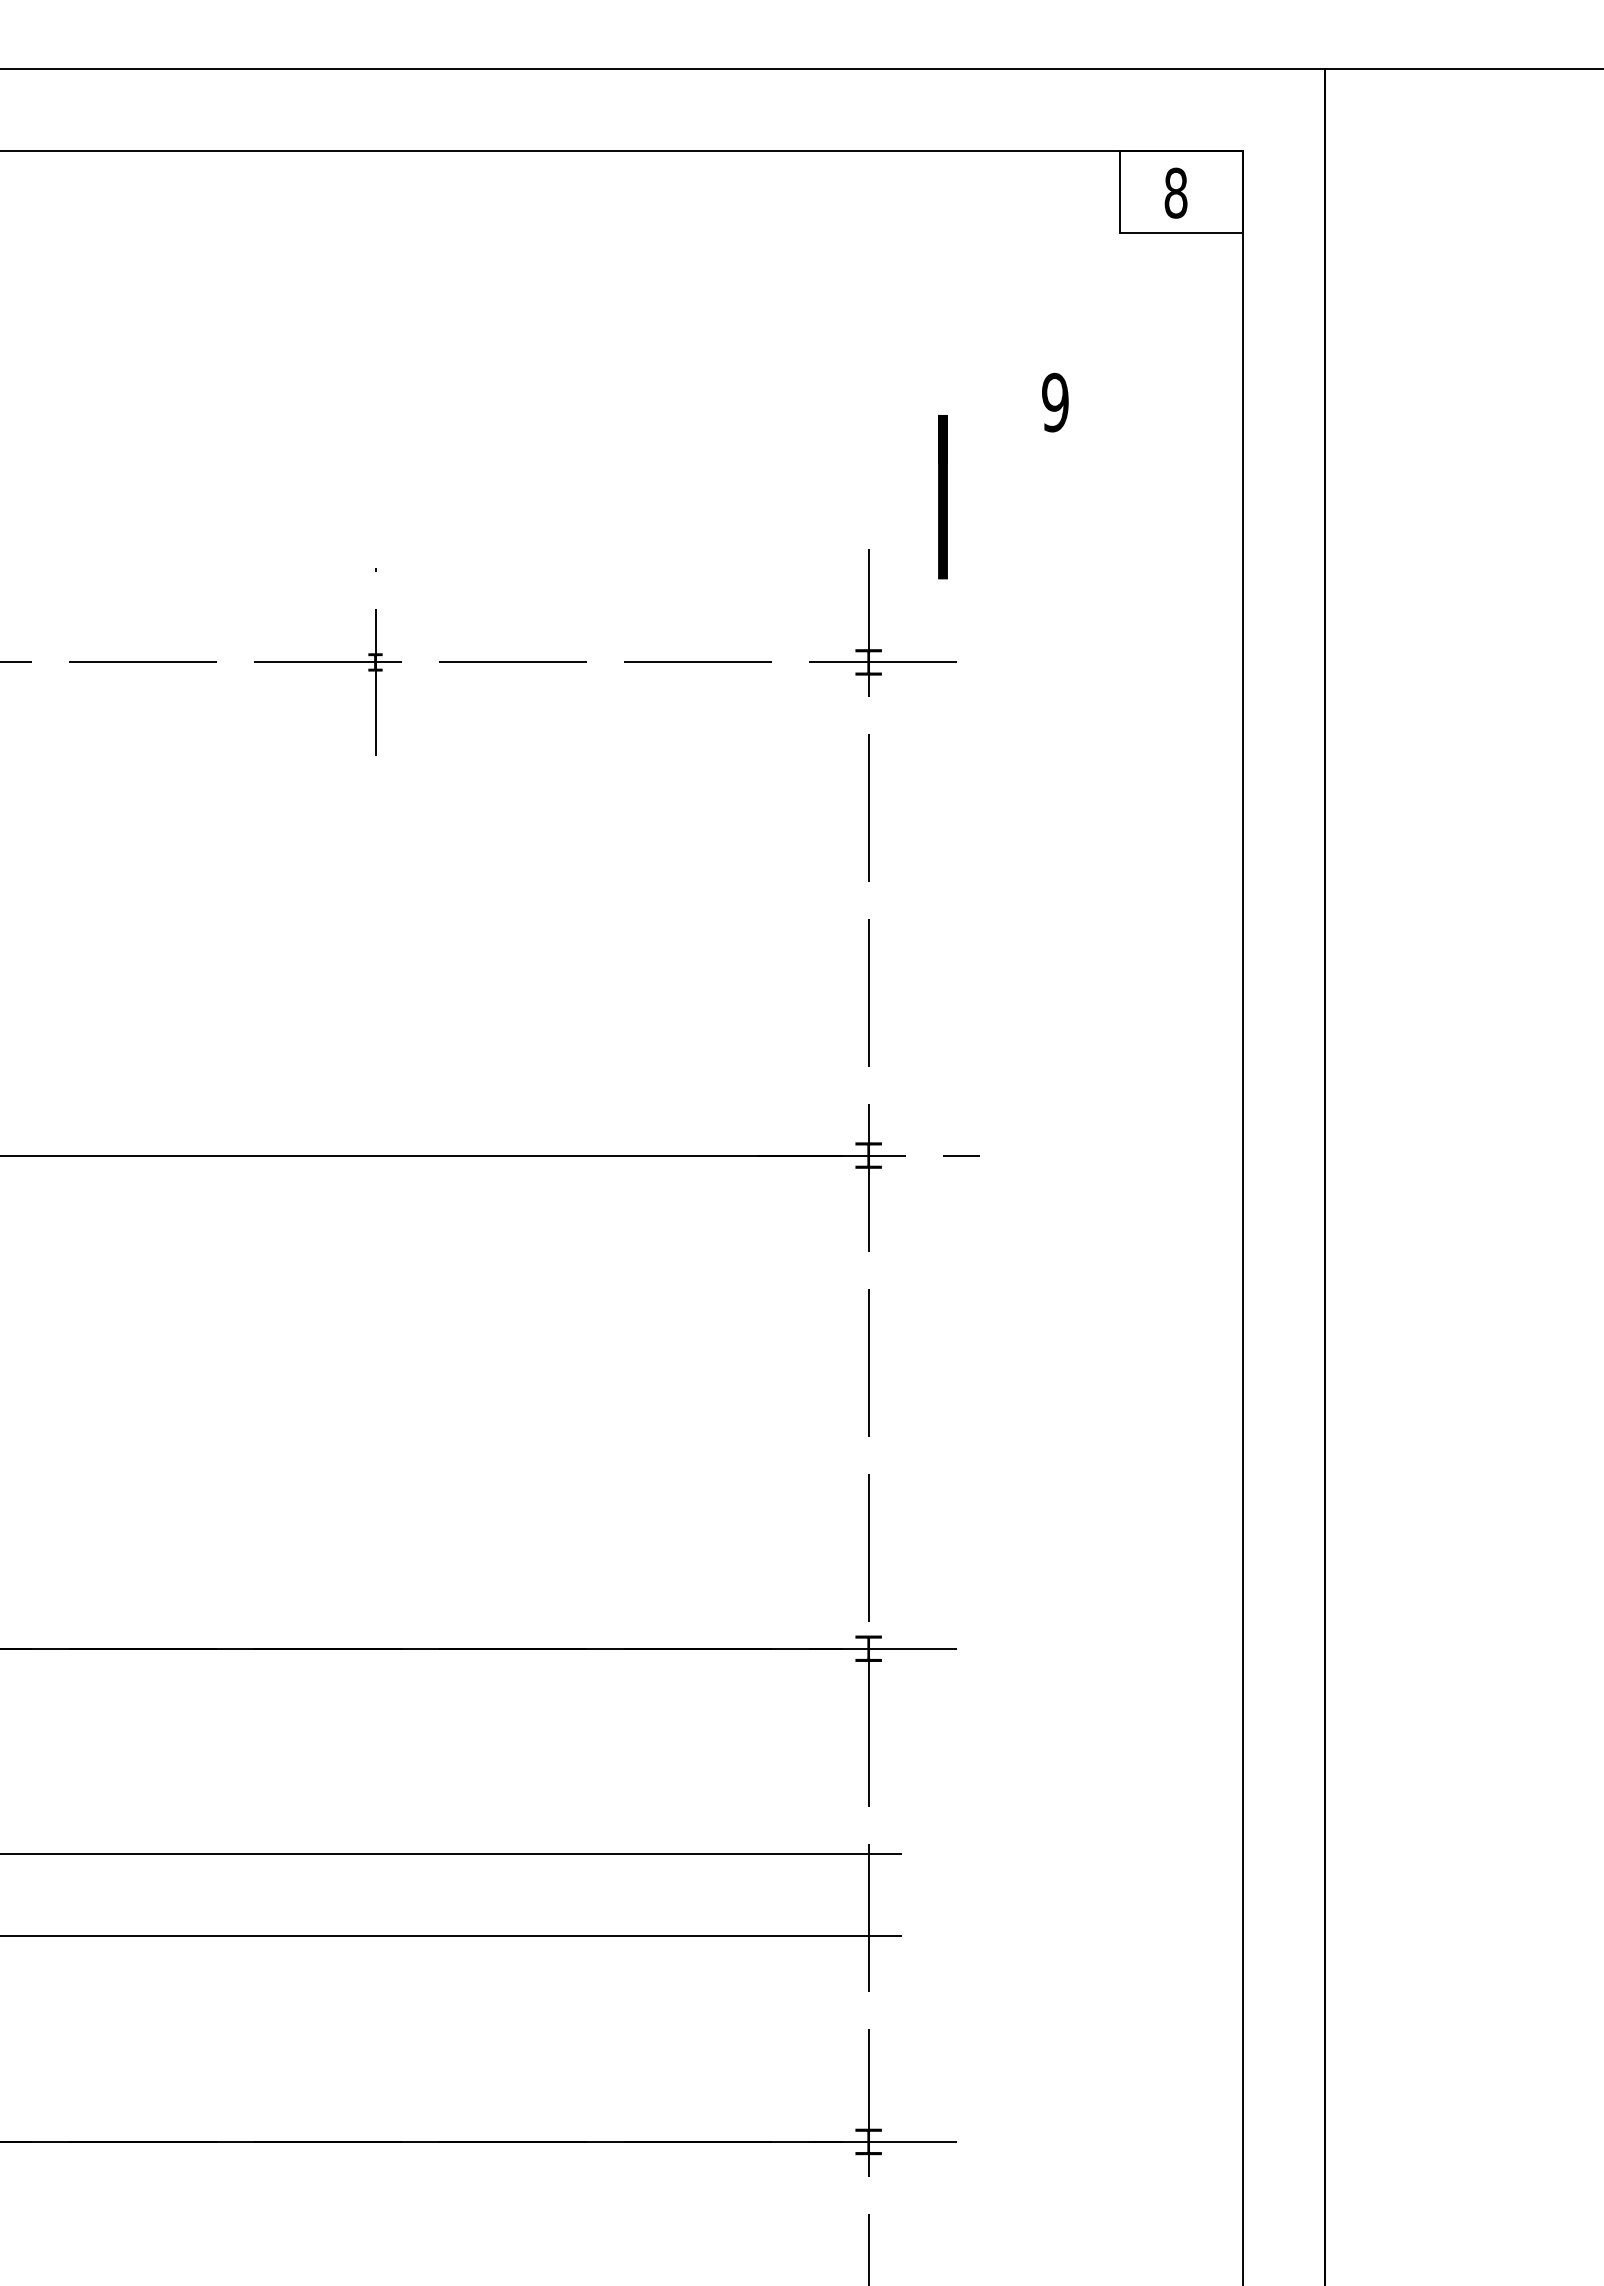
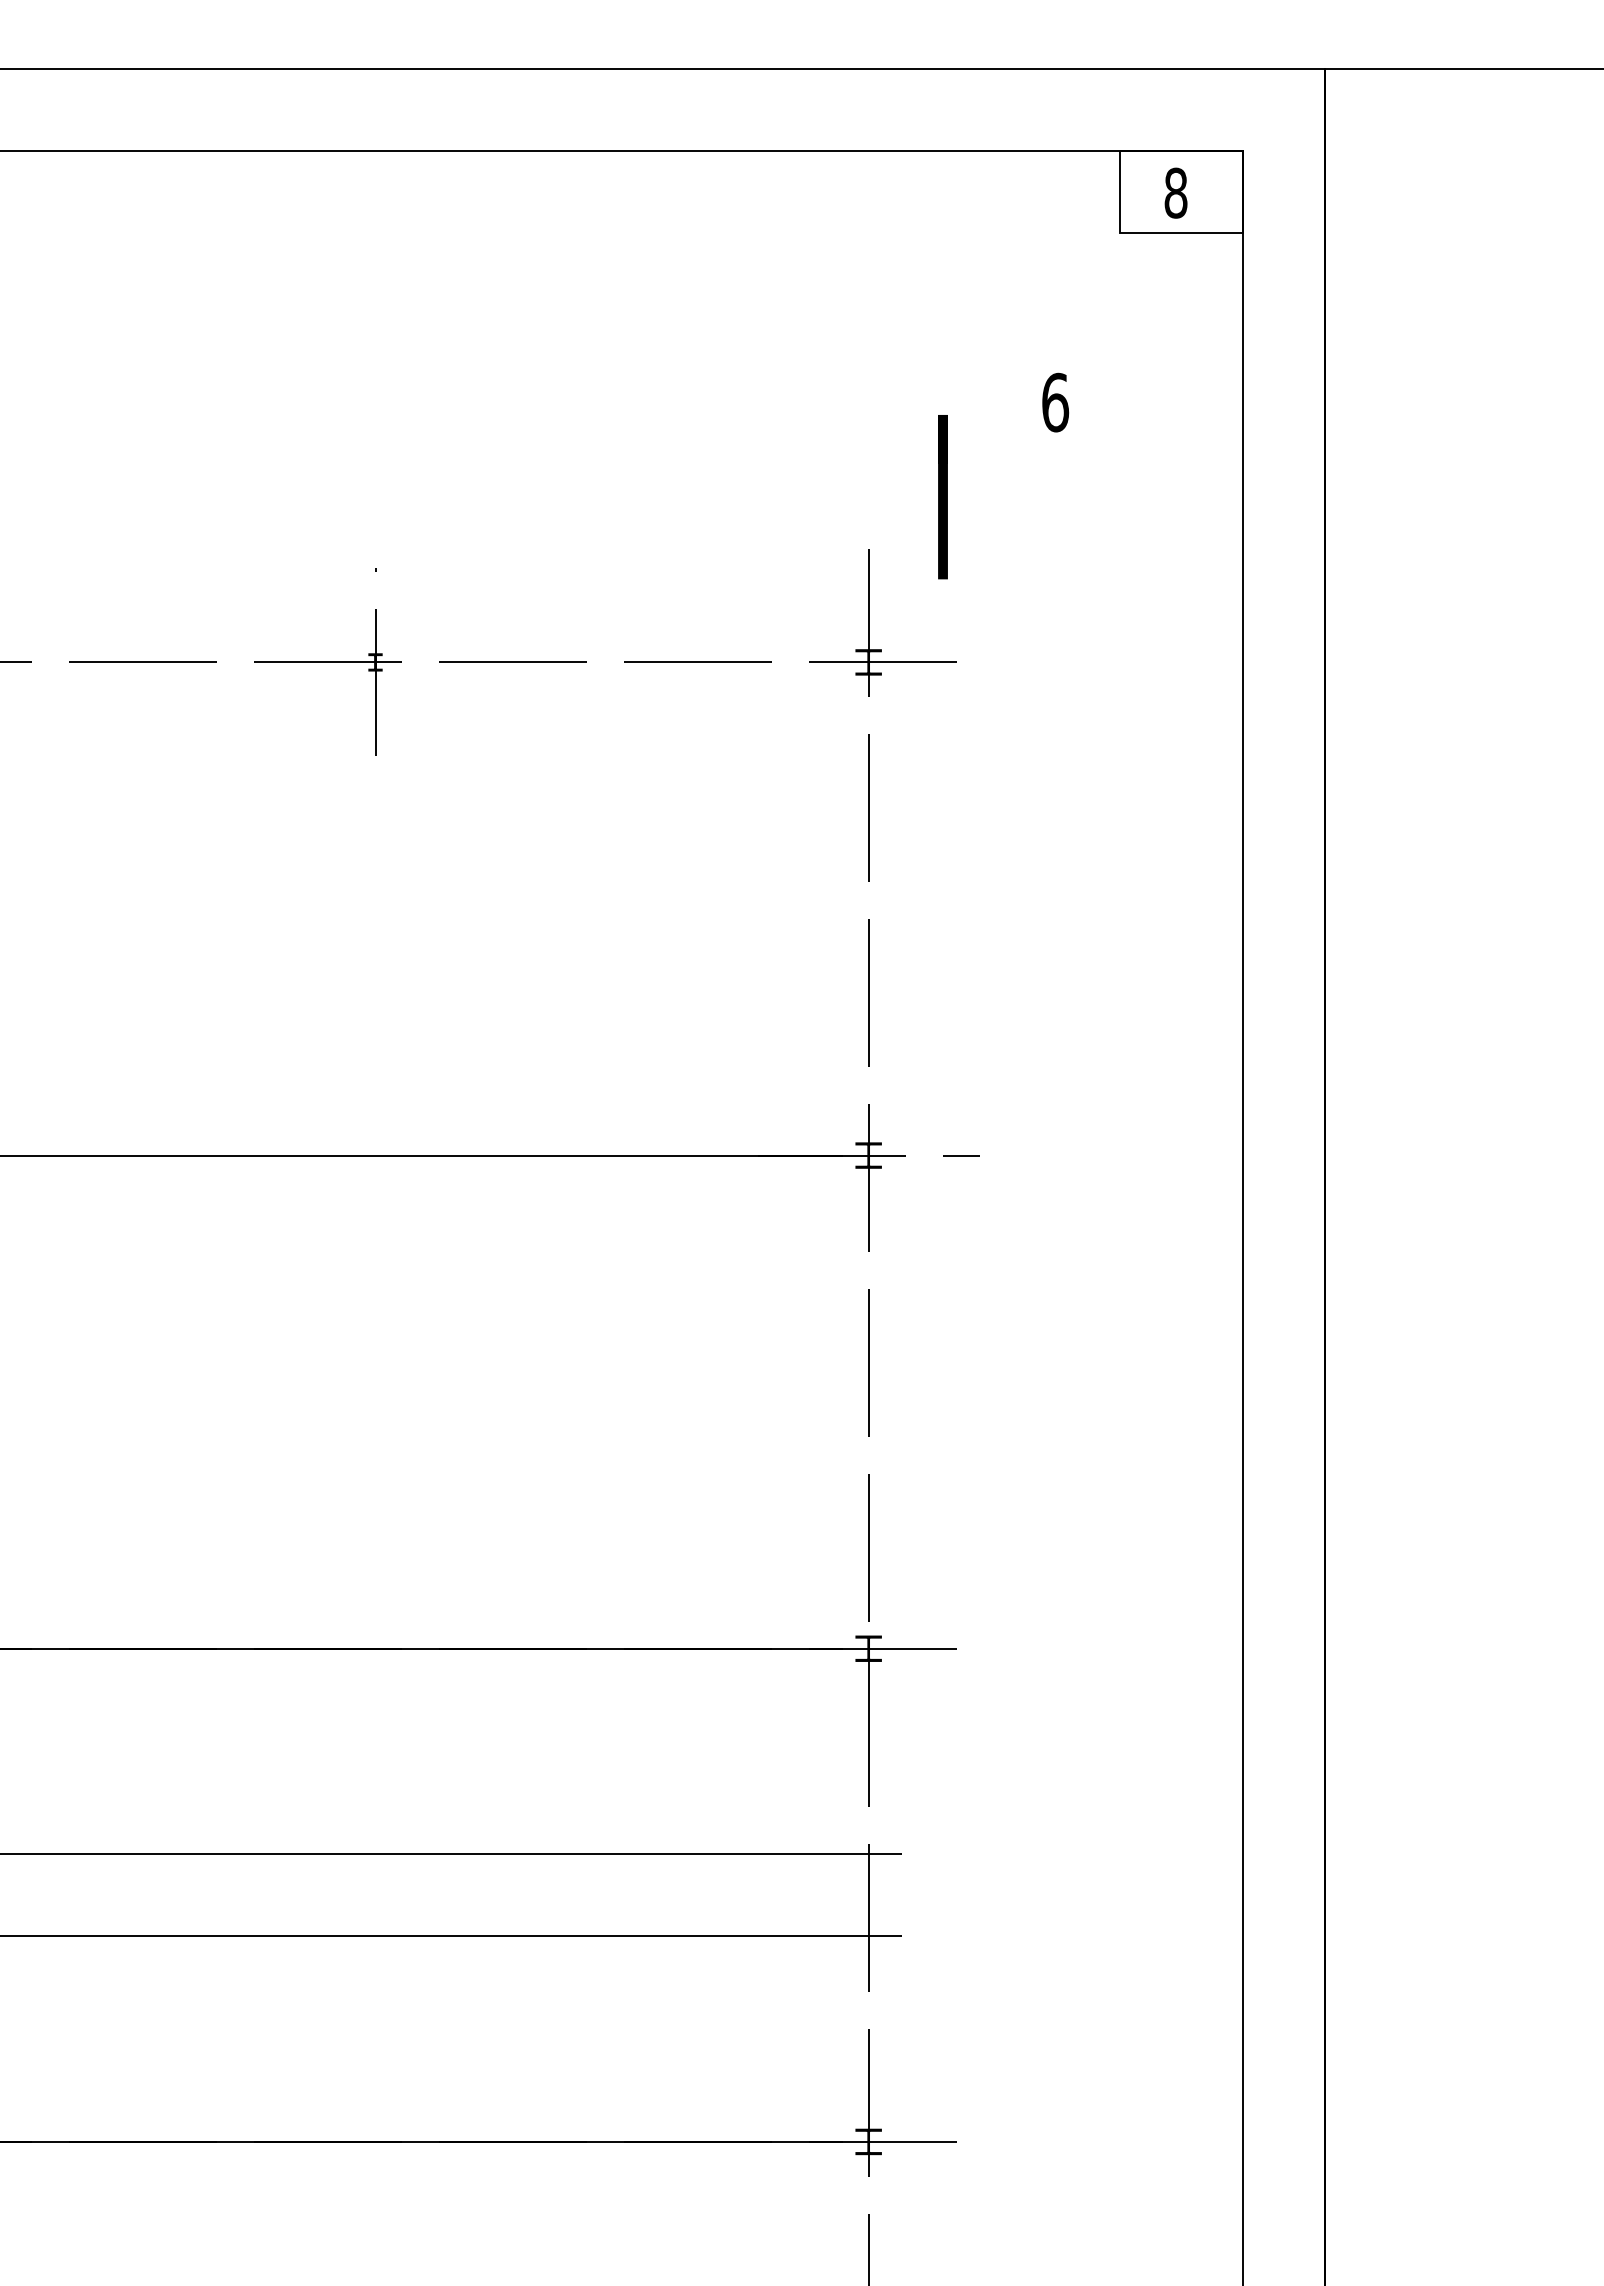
text at (1055, 402): 9 -> 6
